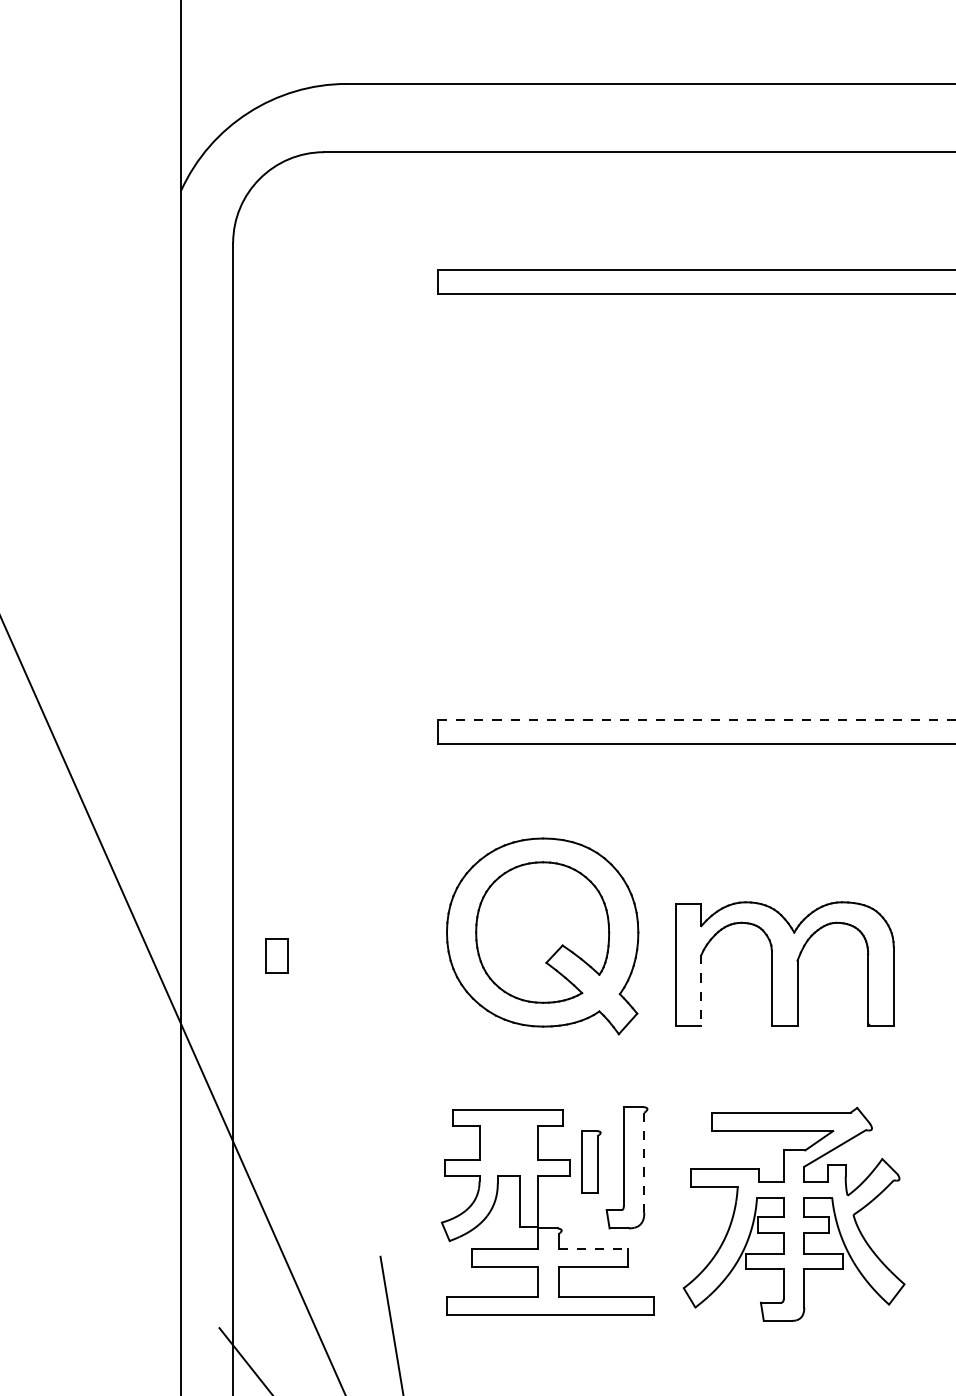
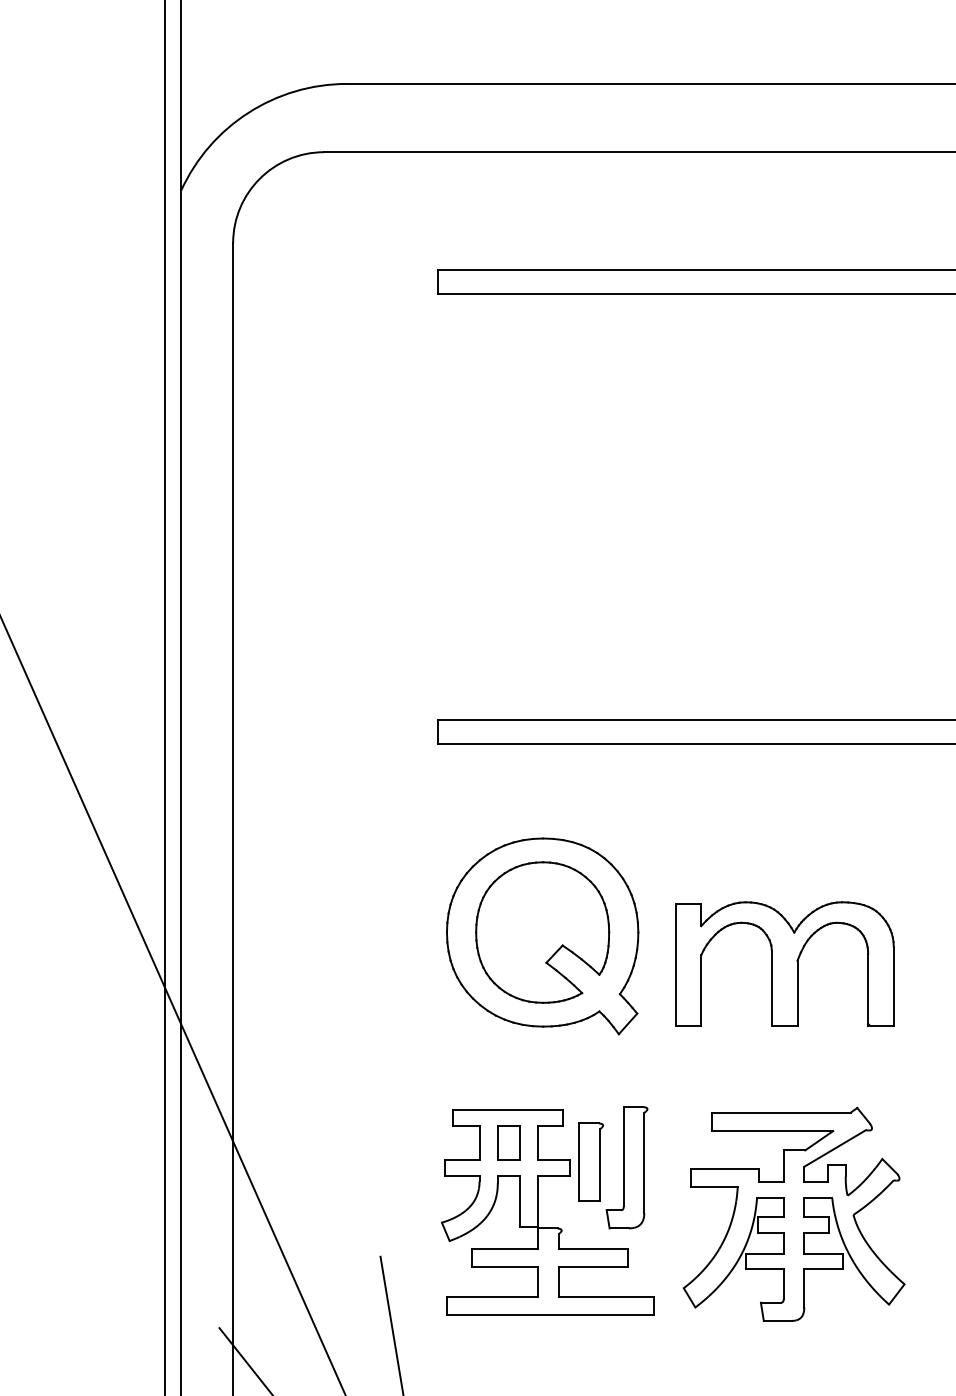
line at (164, 697): none -> present
line at (696, 720): dashed -> solid
part at (276, 955) position: (276, 955) -> (508, 1142)
line at (701, 990): dashed -> solid
part at (591, 1161) size: 21x64 px -> 26x80 px
line at (644, 1163): dashed -> solid
line at (593, 1248): dashed -> solid
